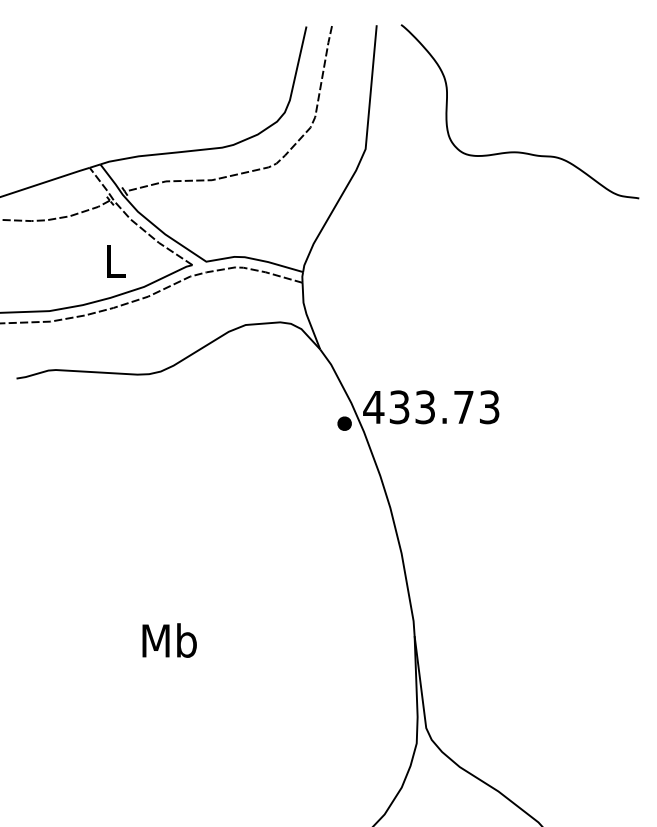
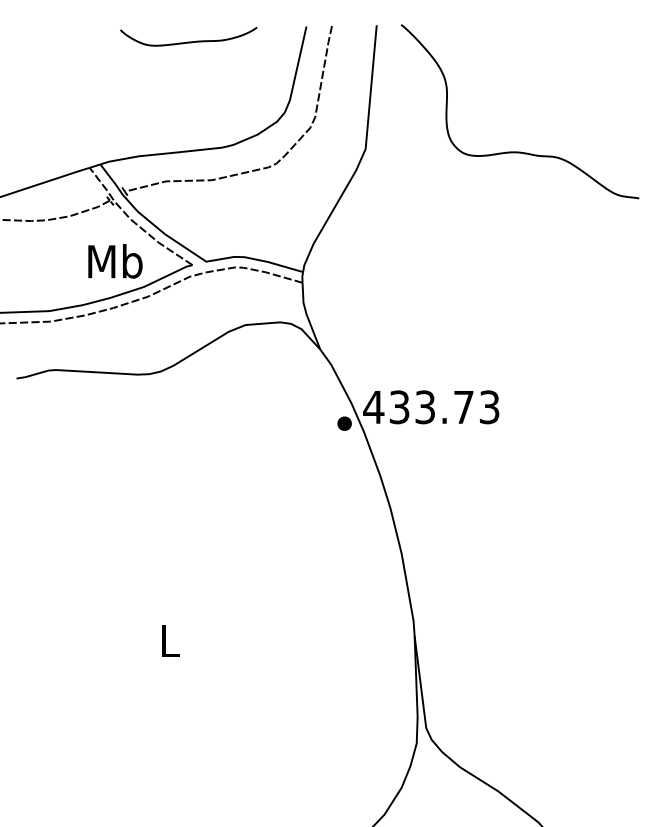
curve at (188, 41): none -> present
text at (115, 261): L -> Mb
text at (169, 640): Mb -> L
